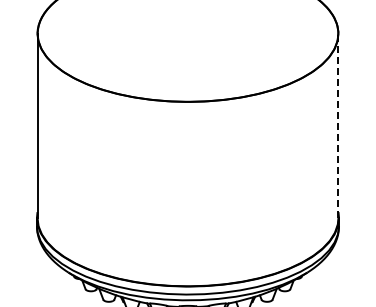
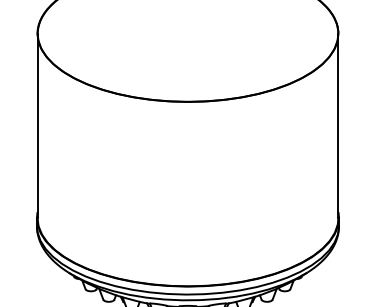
line at (338, 125): dashed -> solid
